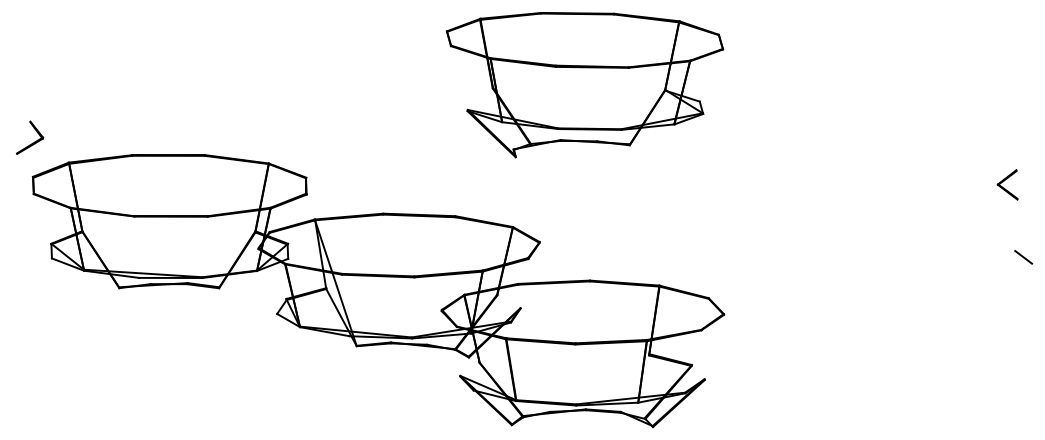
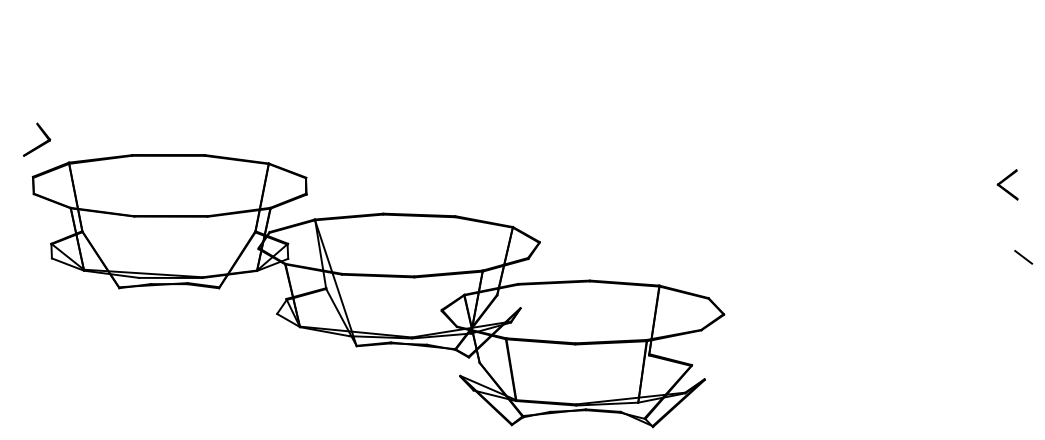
part at (584, 85): present -> none
part at (30, 137) position: (30, 137) -> (37, 139)
